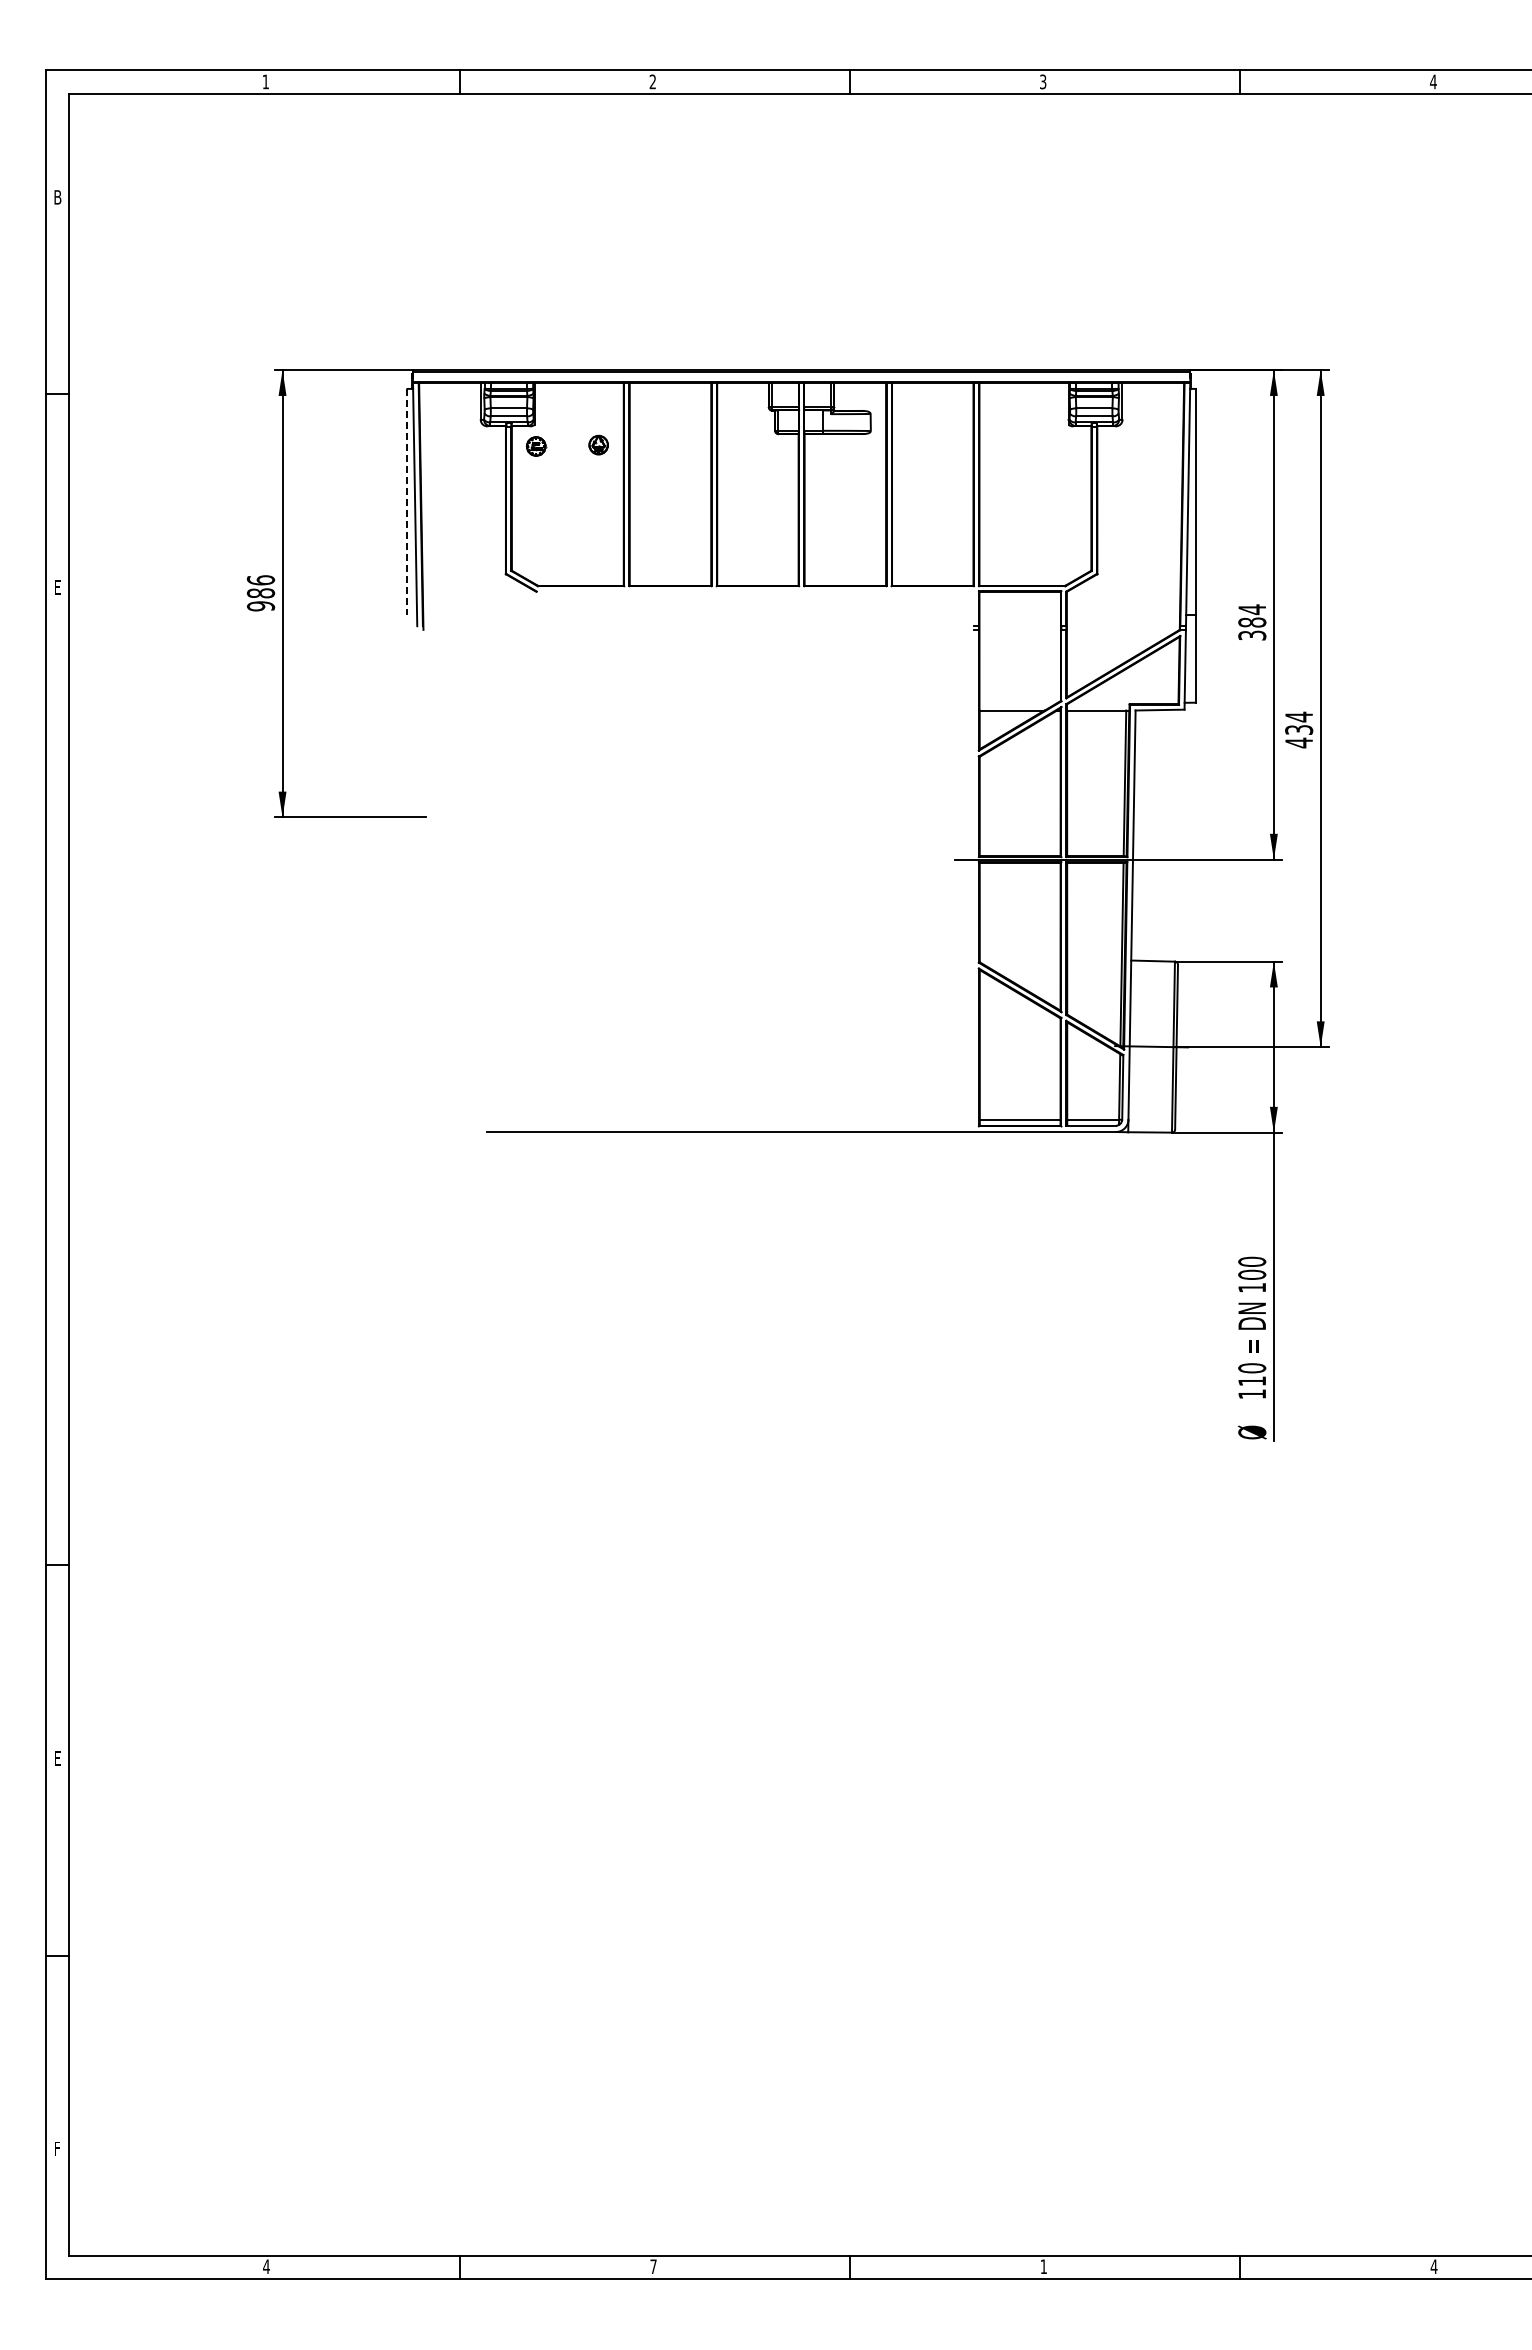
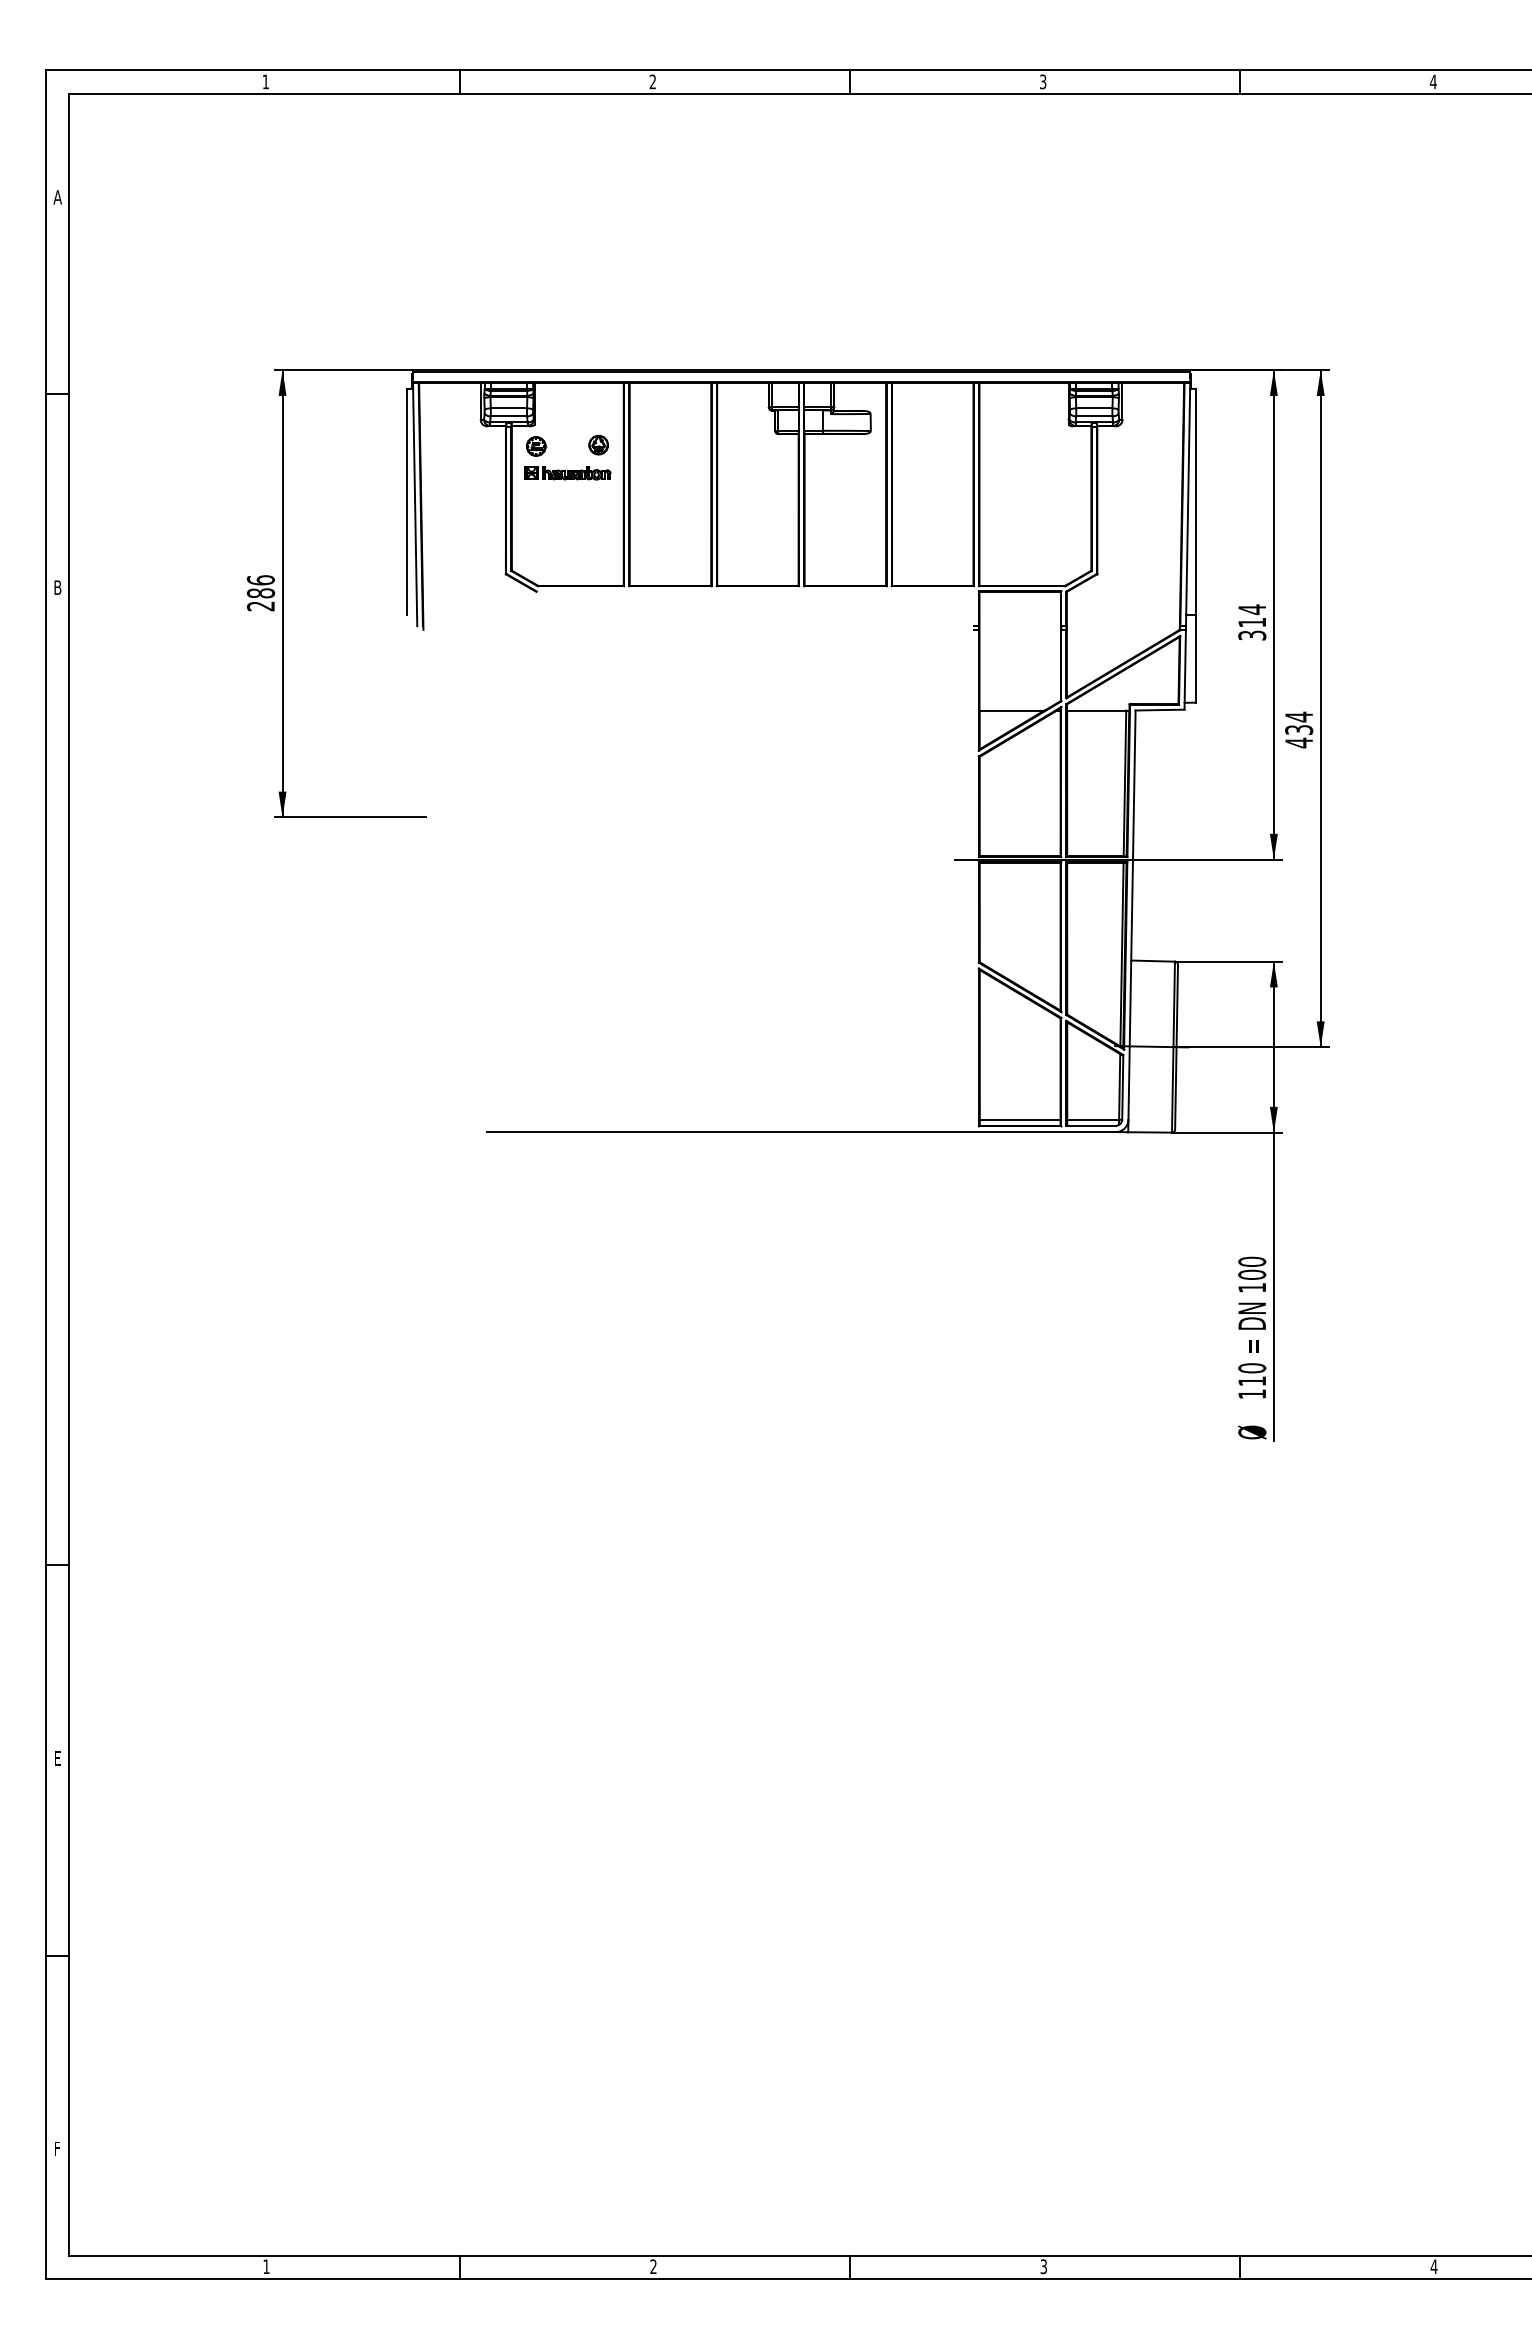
text at (57, 197): B -> A
part at (567, 473): none -> present
line at (407, 501): dashed -> solid
text at (57, 587): E -> B
text at (261, 606): 986 -> 286
text at (1252, 622): 384 -> 314
text at (266, 2266): 4 -> 1
text at (653, 2266): 7 -> 2
text at (1043, 2266): 1 -> 3
